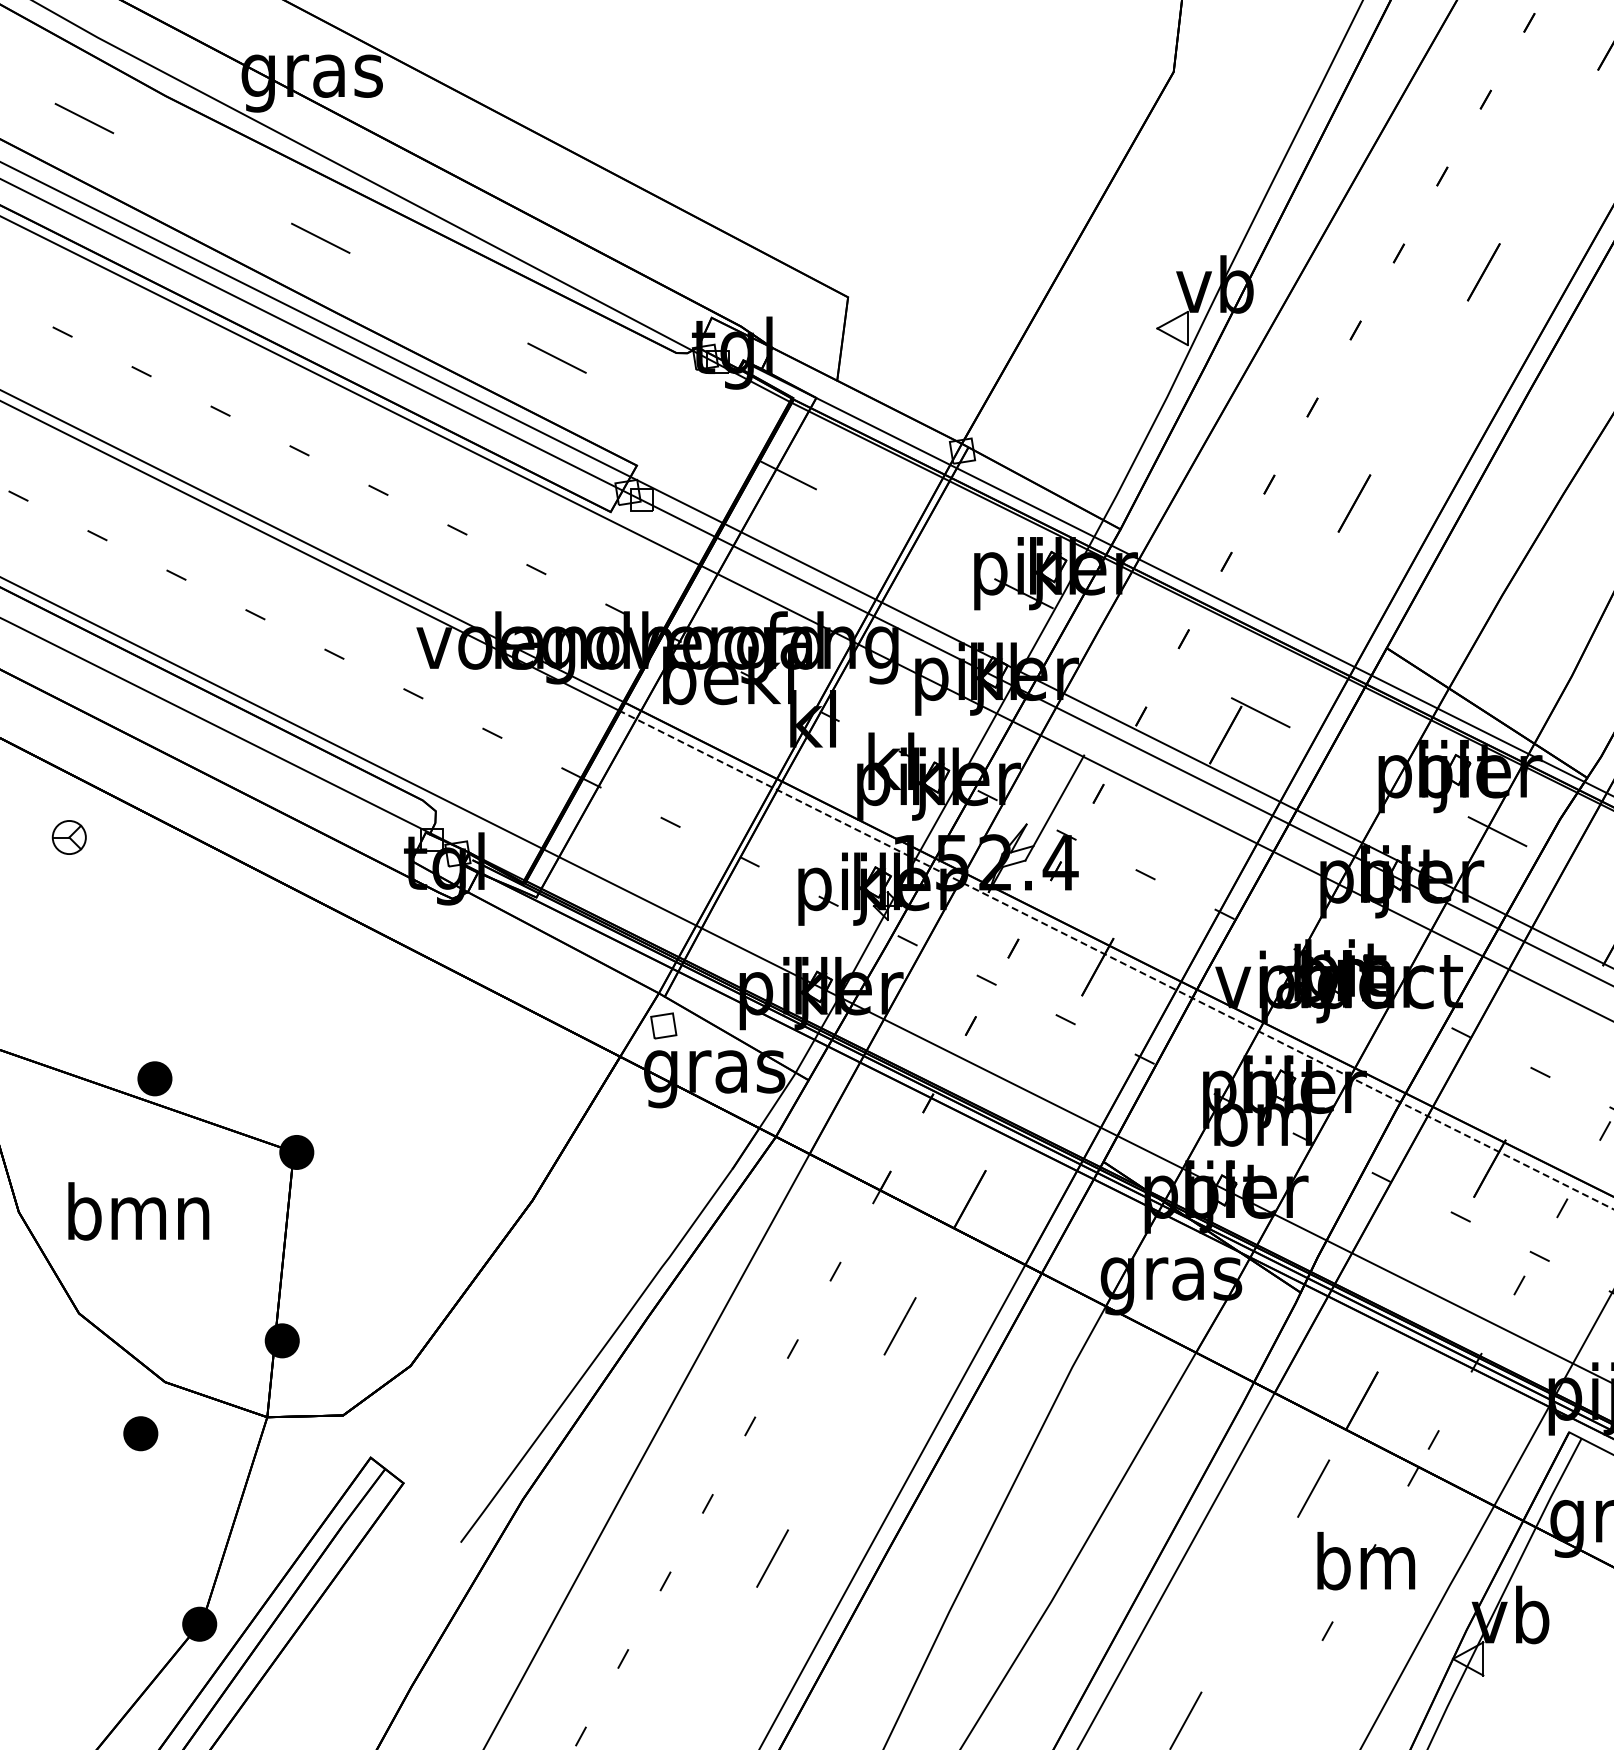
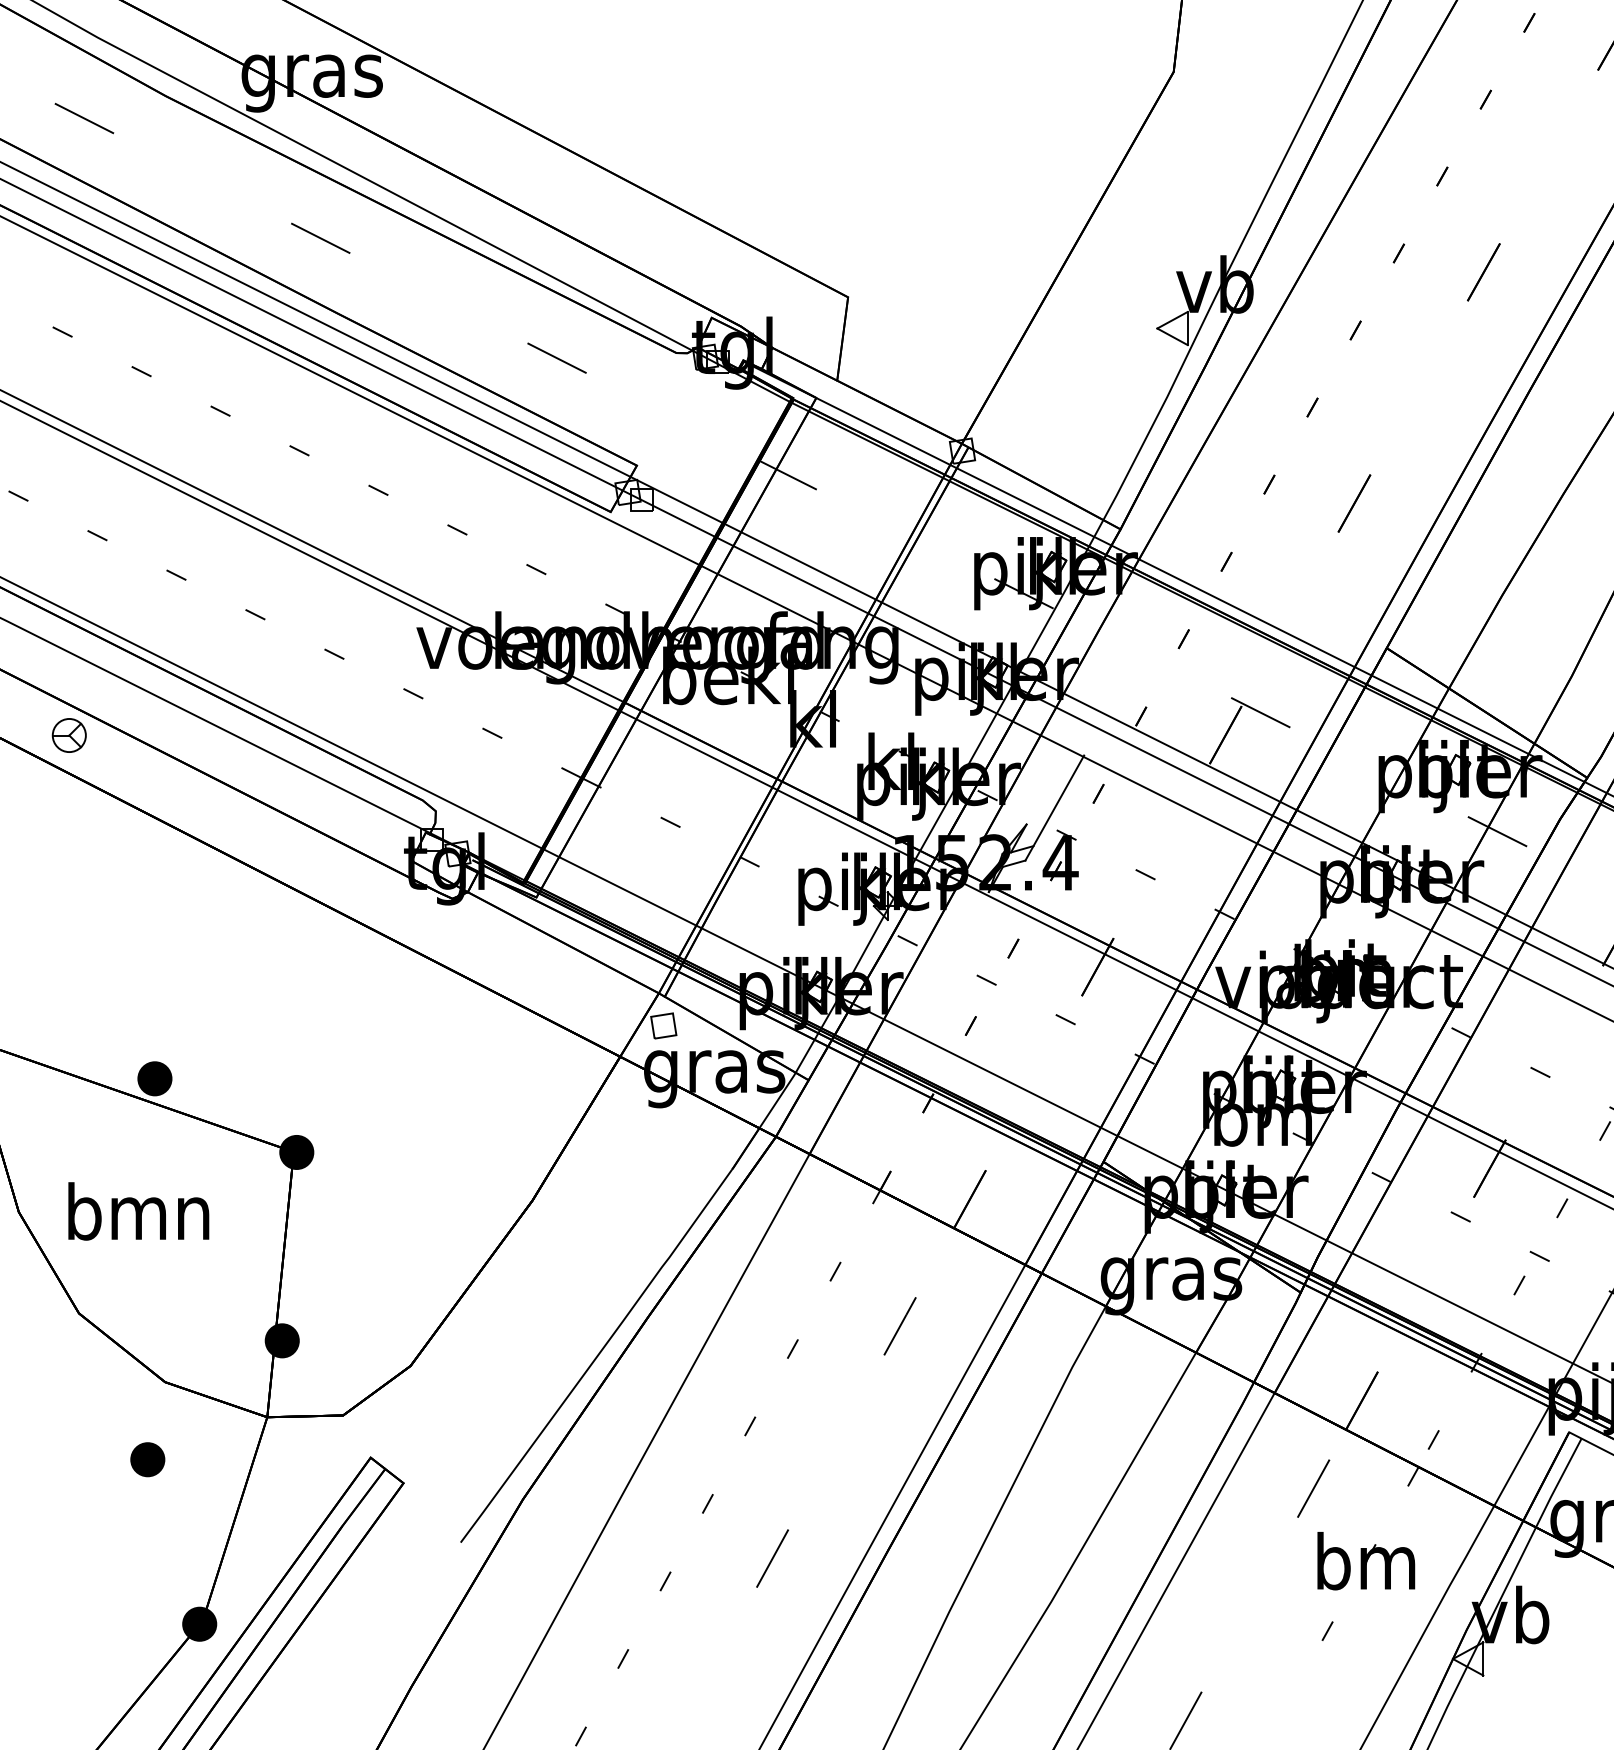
part at (68, 837) position: (68, 837) -> (68, 735)
line at (1116, 959): dashed -> solid
part at (140, 1433) position: (140, 1433) -> (147, 1459)
